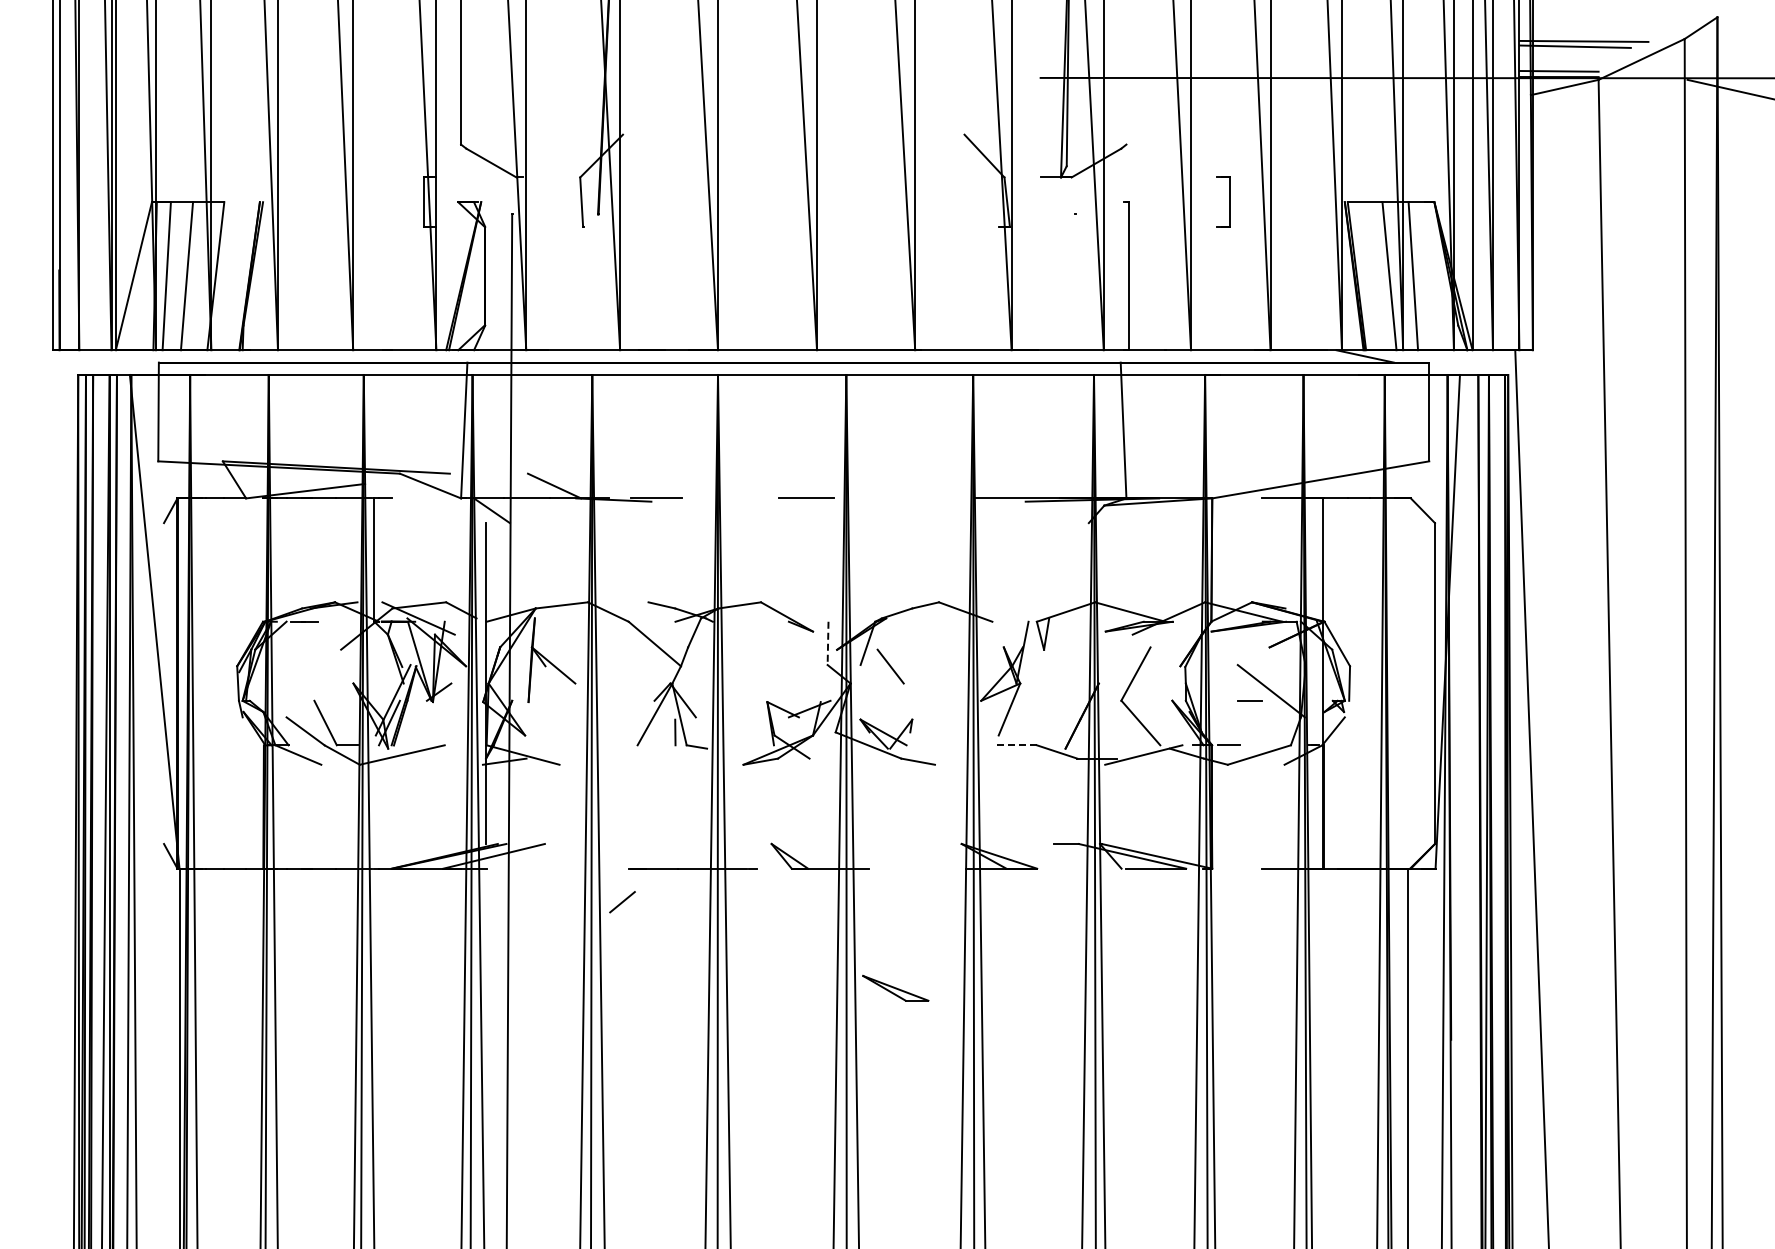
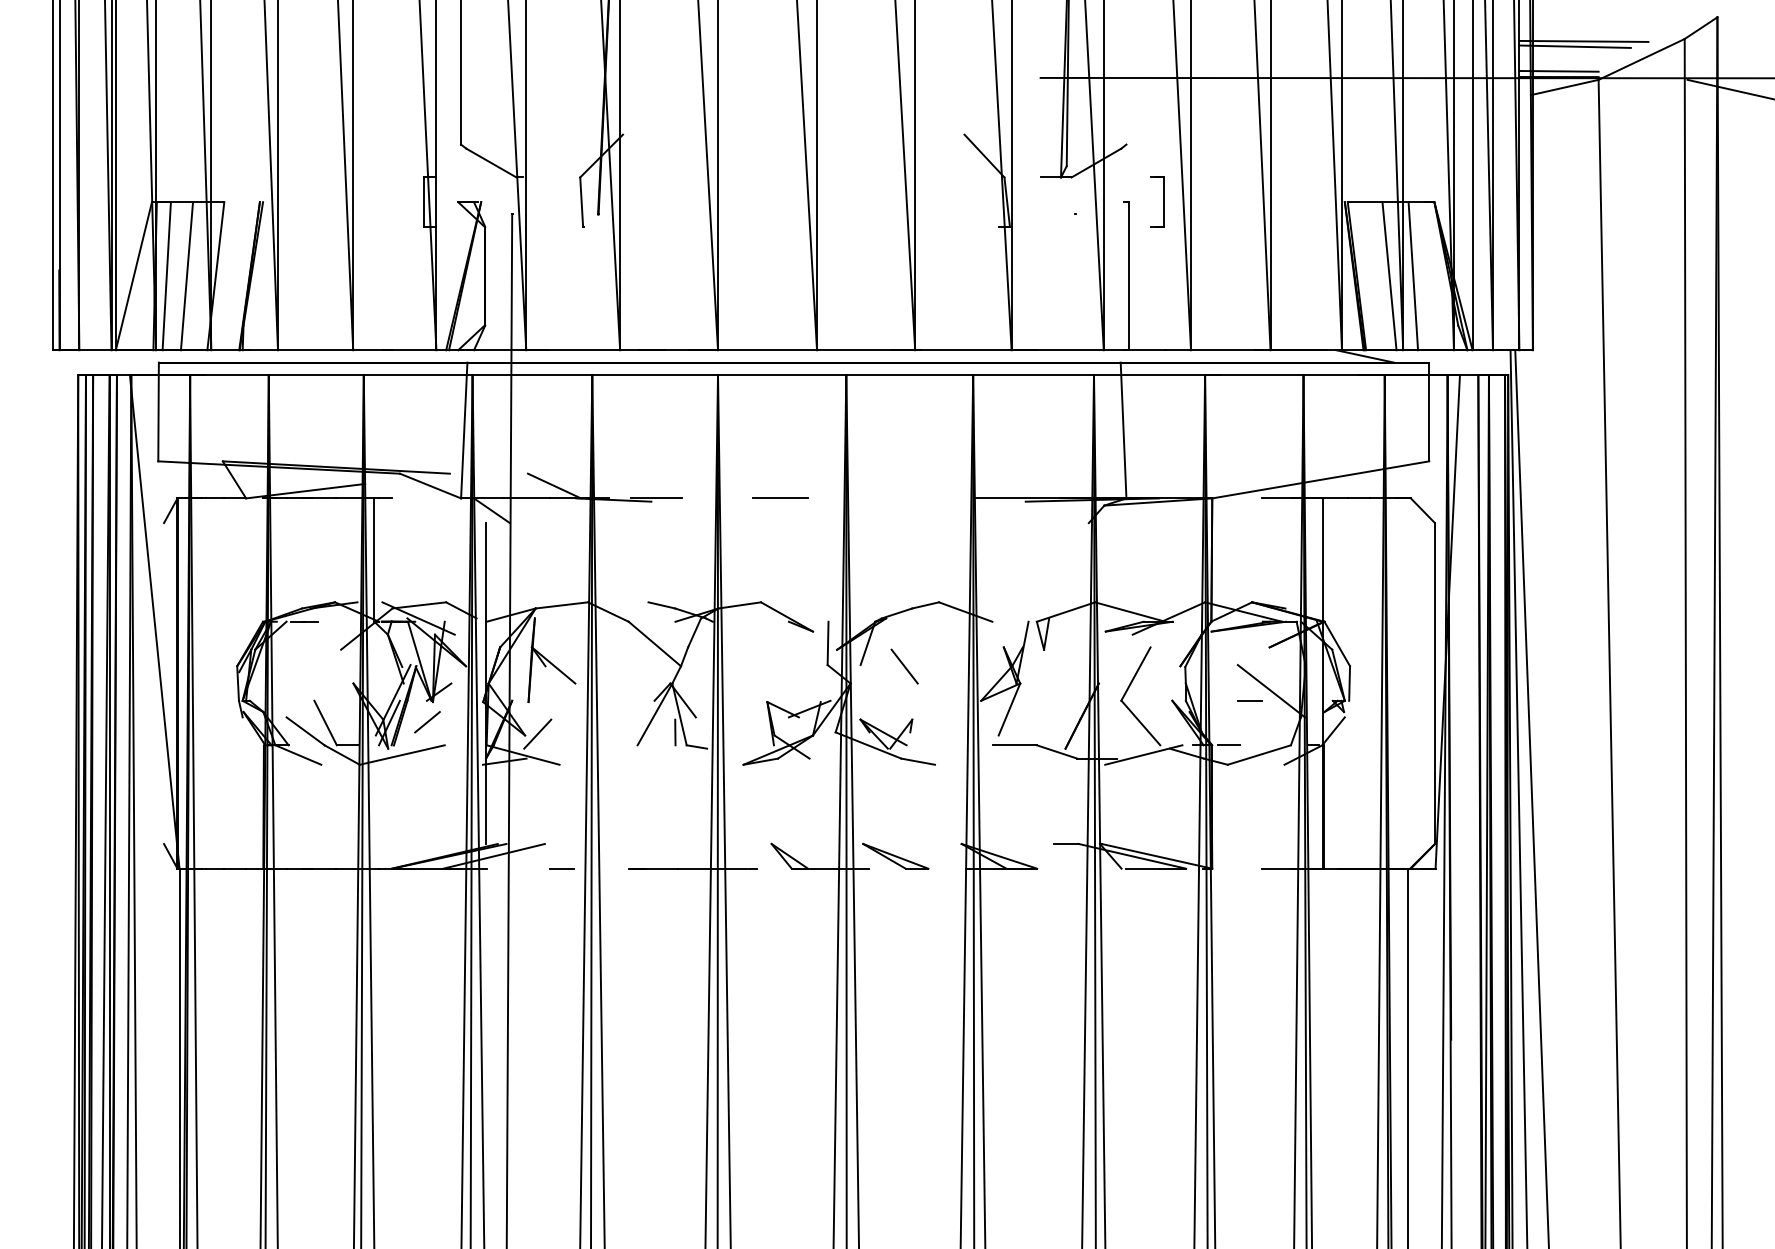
part at (1223, 201) position: (1223, 201) -> (1157, 201)
line at (806, 497) position: (806, 497) -> (780, 497)
line at (828, 643): dashed -> solid
line at (890, 666) position: (890, 666) -> (904, 666)
line at (537, 733): none -> present
line at (1015, 745): dashed -> solid
line at (1518, 797): none -> present
line at (561, 868): none -> present
line at (622, 902) position: (622, 902) -> (427, 722)
part at (895, 987) position: (895, 987) -> (895, 855)
